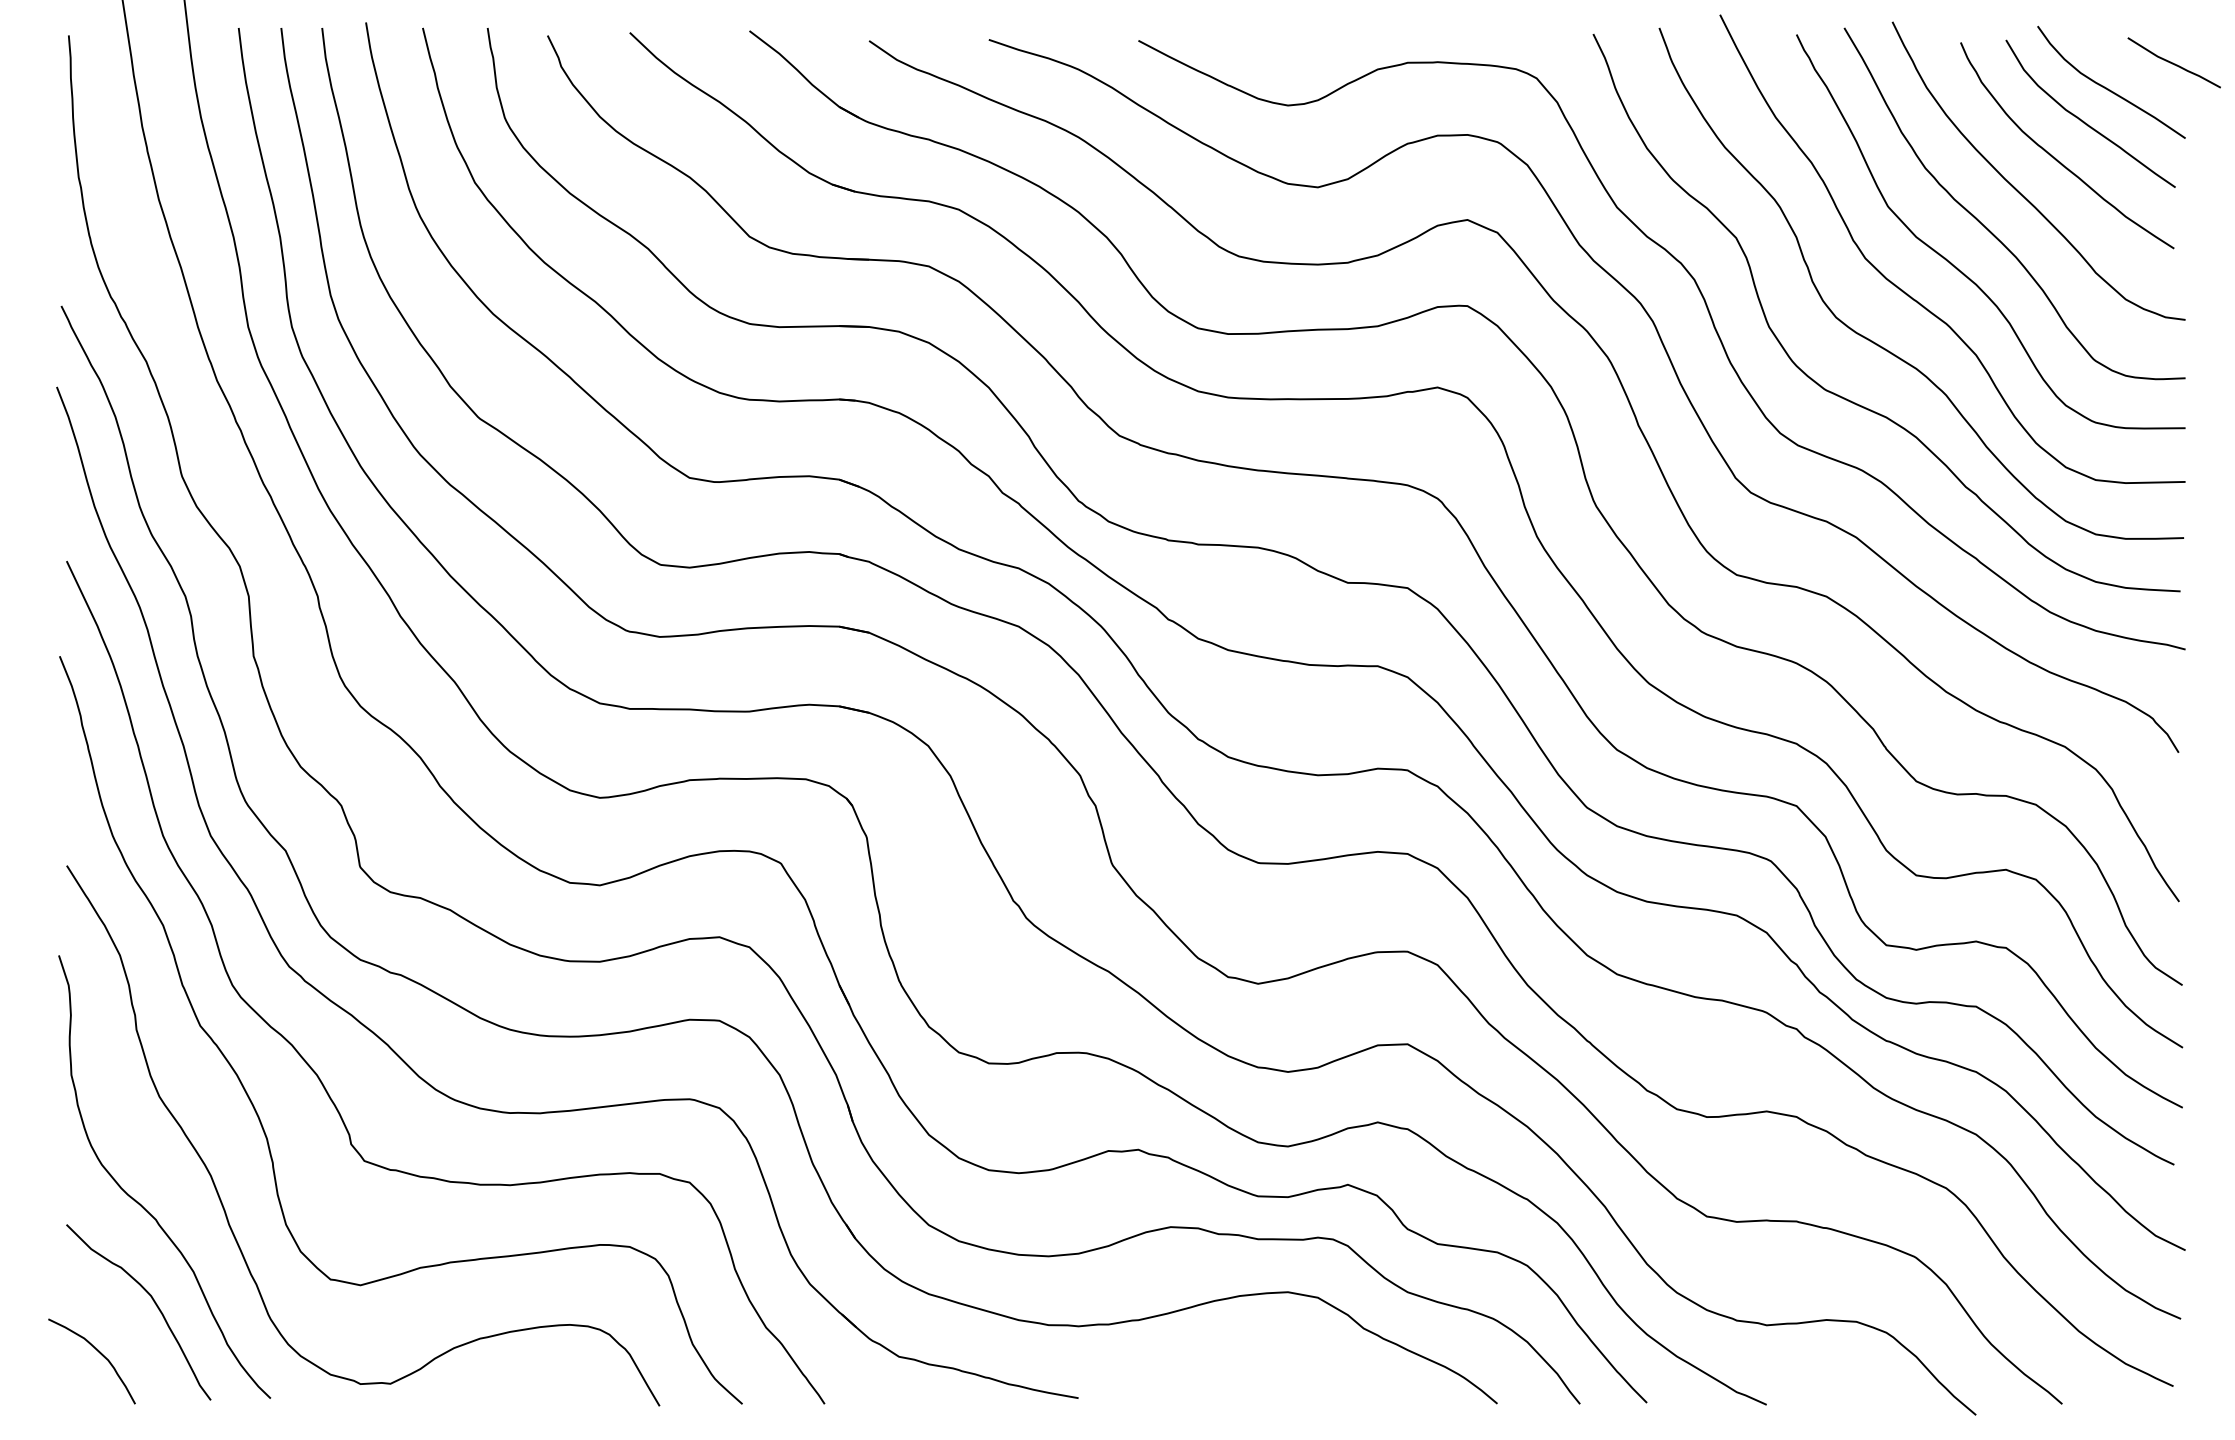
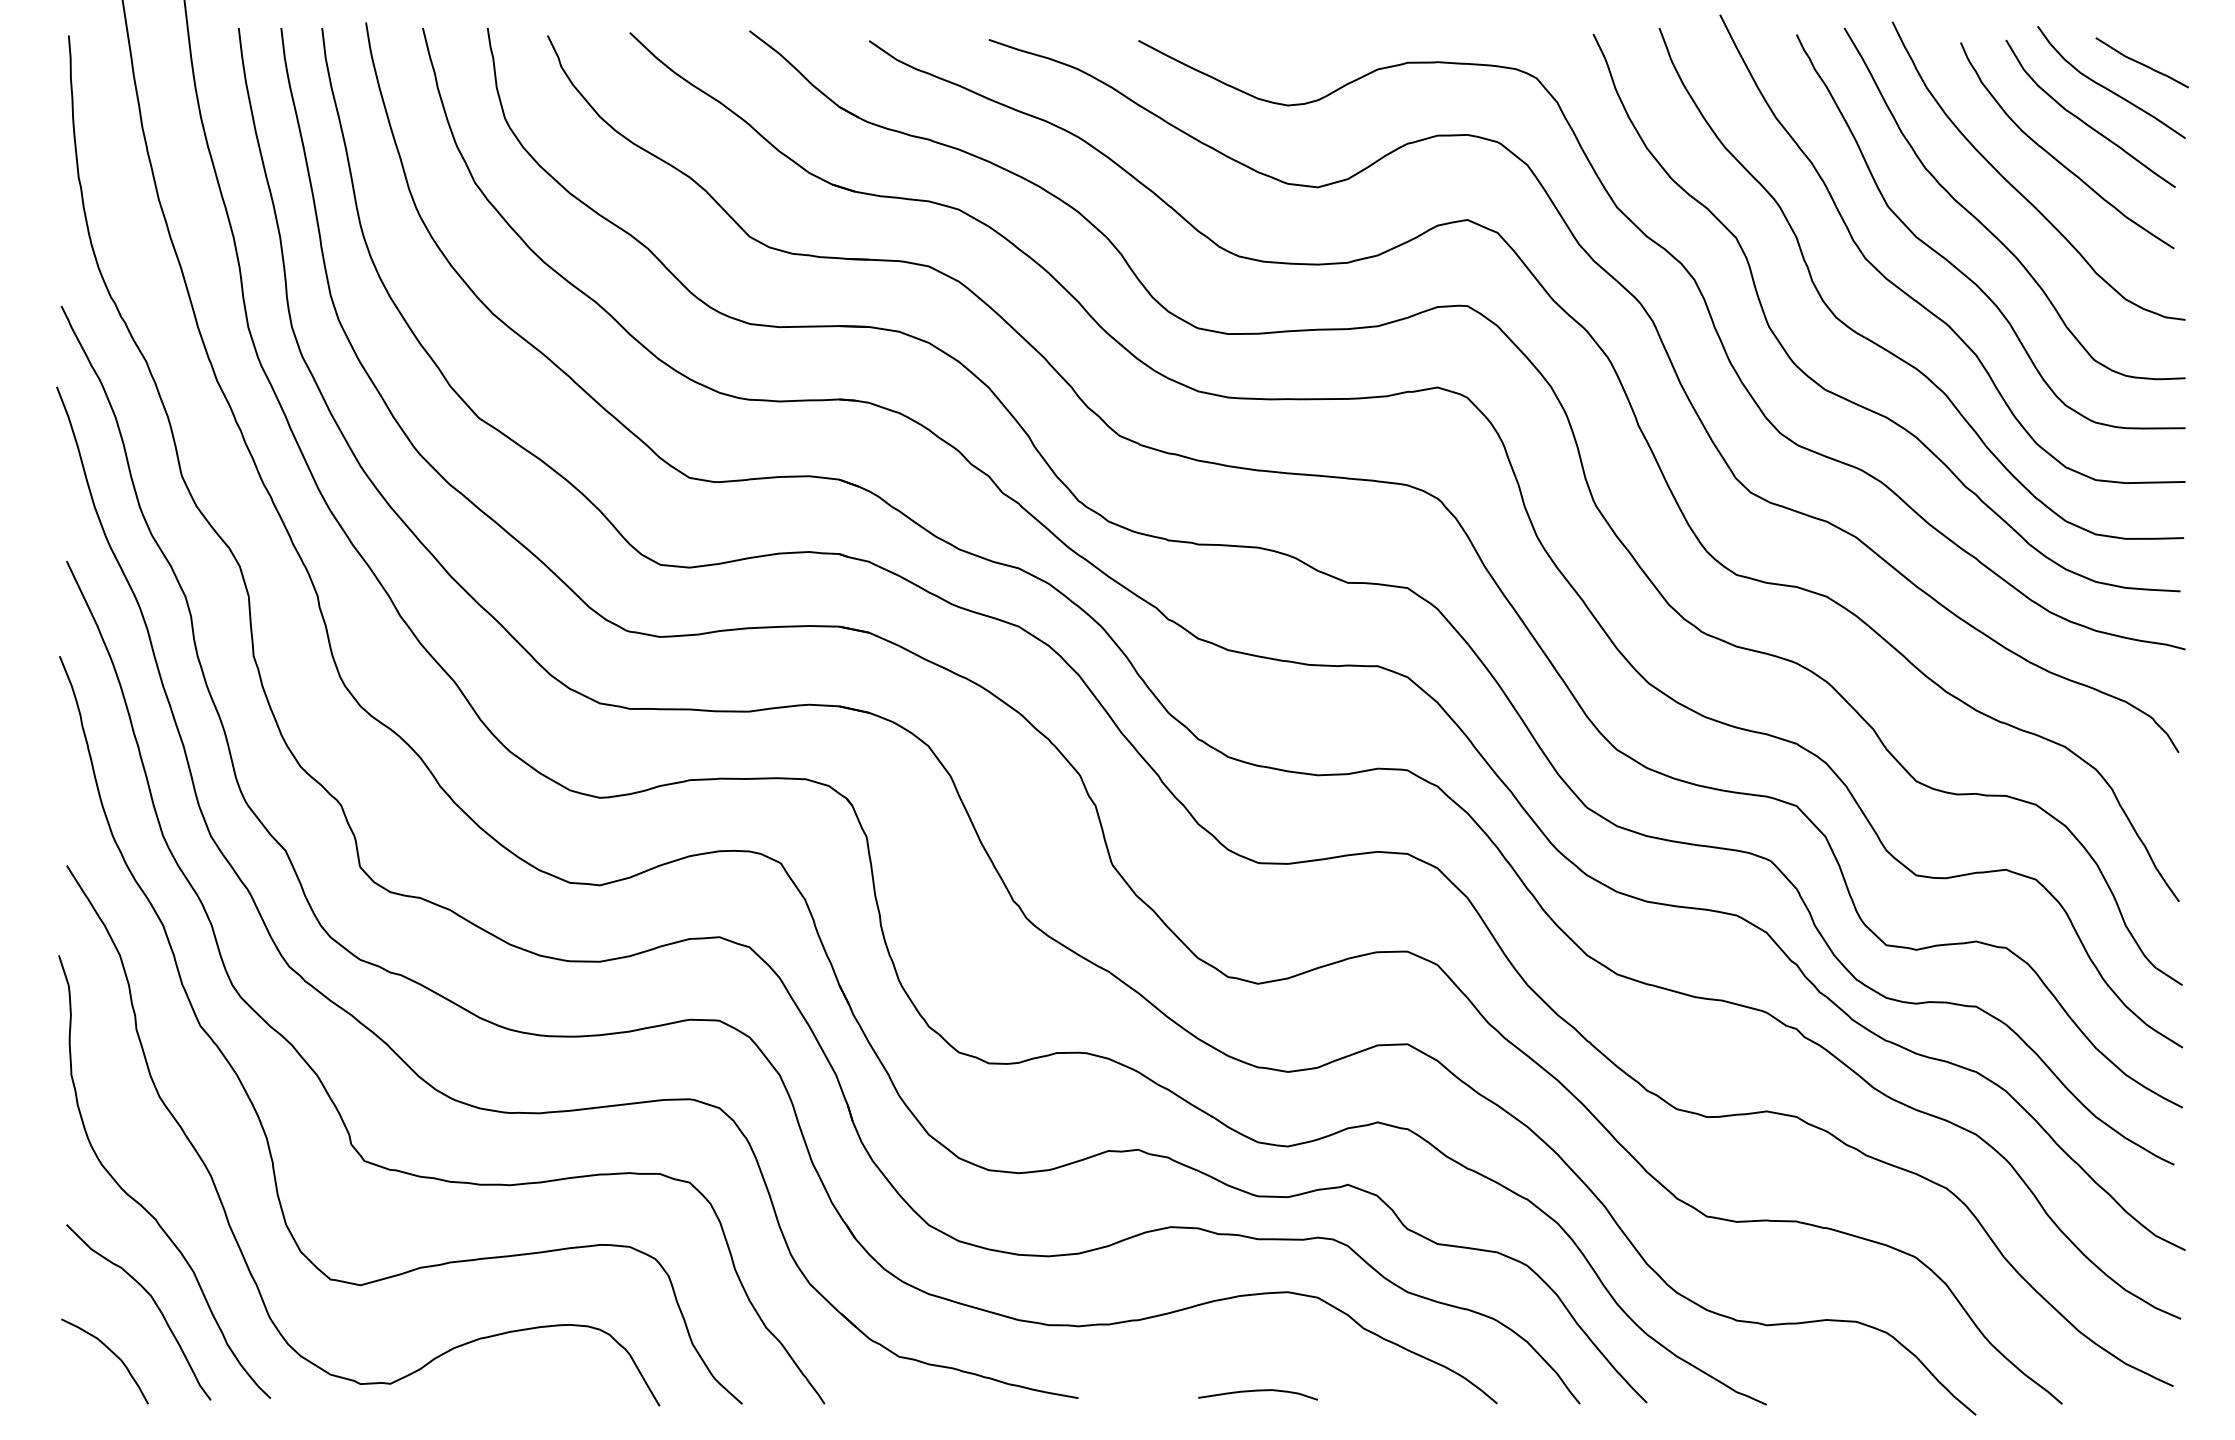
curve at (2173, 62) position: (2173, 62) -> (2141, 62)
curve at (99, 1353) position: (99, 1353) -> (112, 1353)
curve at (1257, 1391): none -> present
